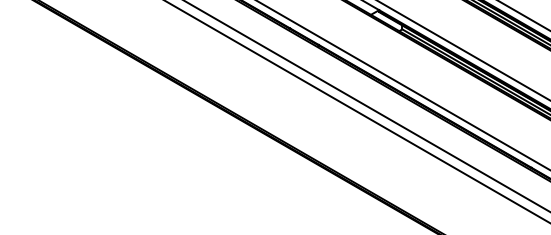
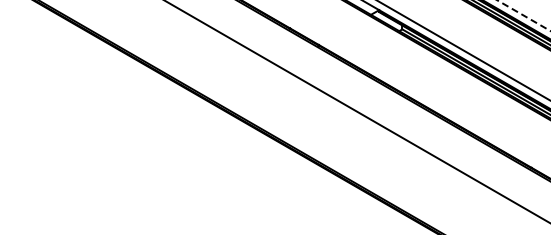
line at (523, 15): solid -> dashed
line at (403, 85): present -> none
line at (366, 106): present -> none
